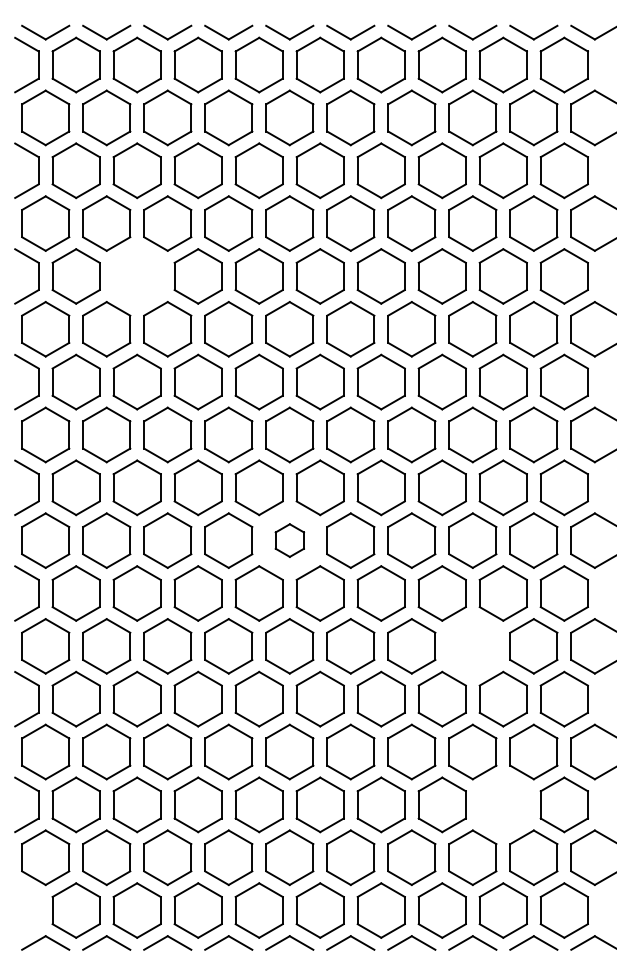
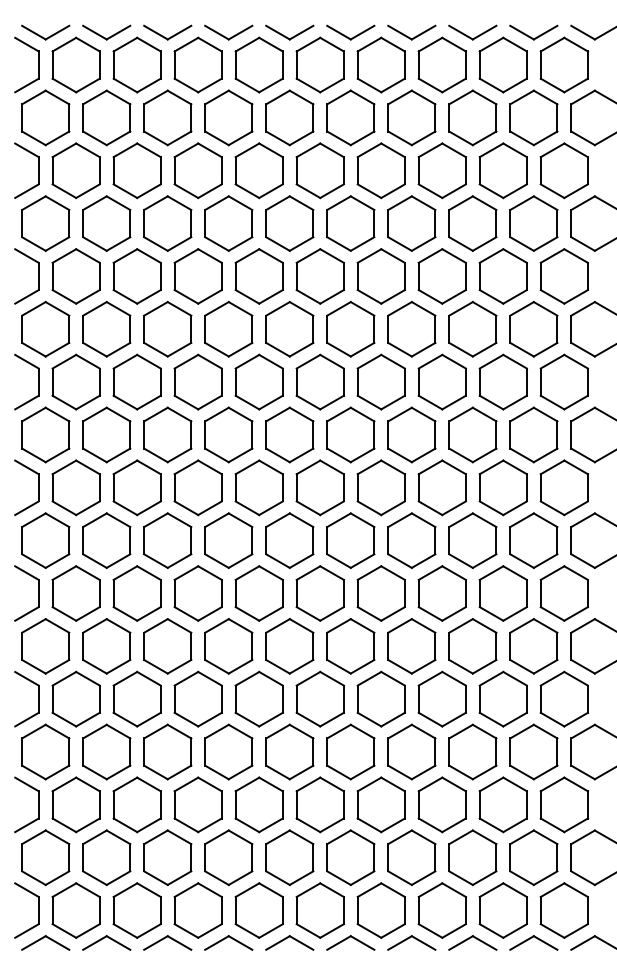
part at (136, 276): none -> present
part at (289, 540) size: 31x35 px -> 50x57 px
part at (472, 646): none -> present
part at (502, 804): none -> present
part at (38, 910): none -> present
